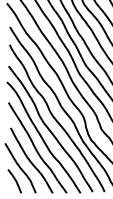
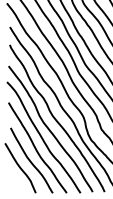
curve at (14, 180): present -> none
